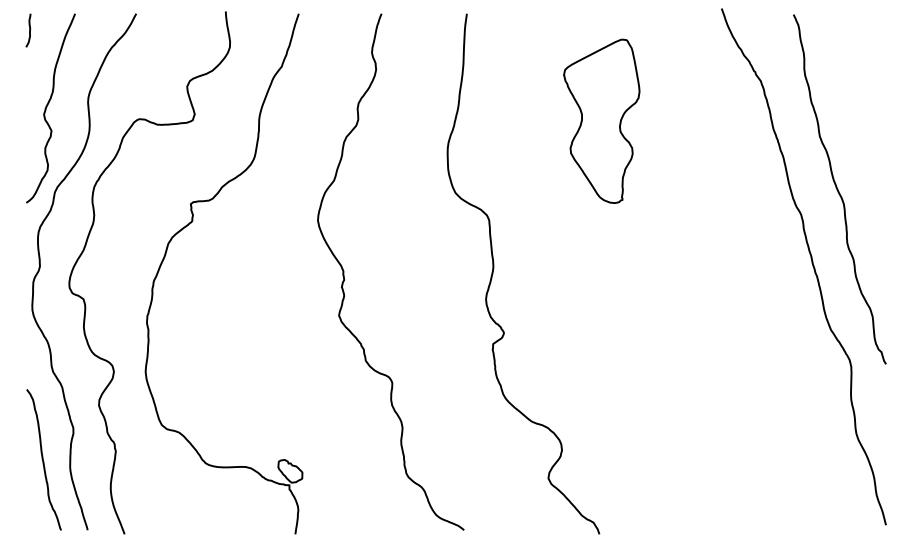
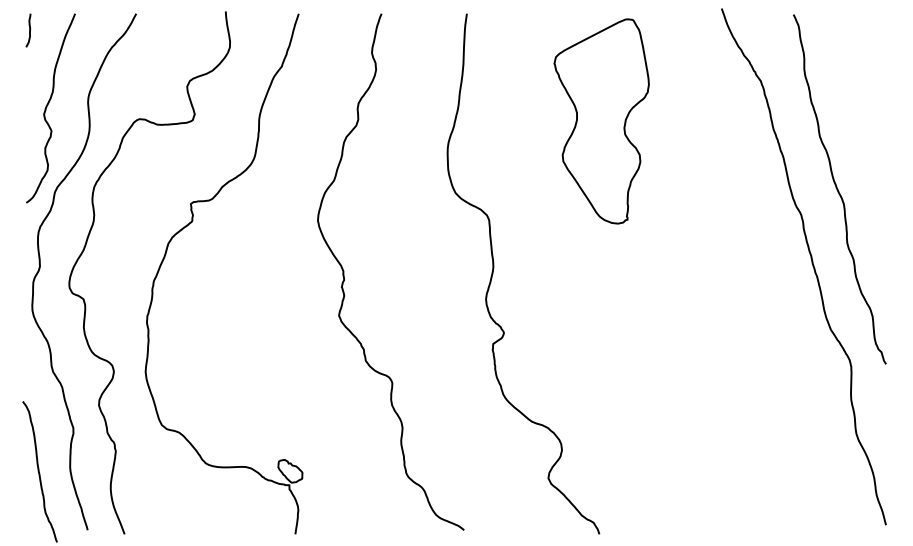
part at (601, 120) size: 78x166 px -> 97x207 px
curve at (43, 459) position: (43, 459) -> (39, 471)
